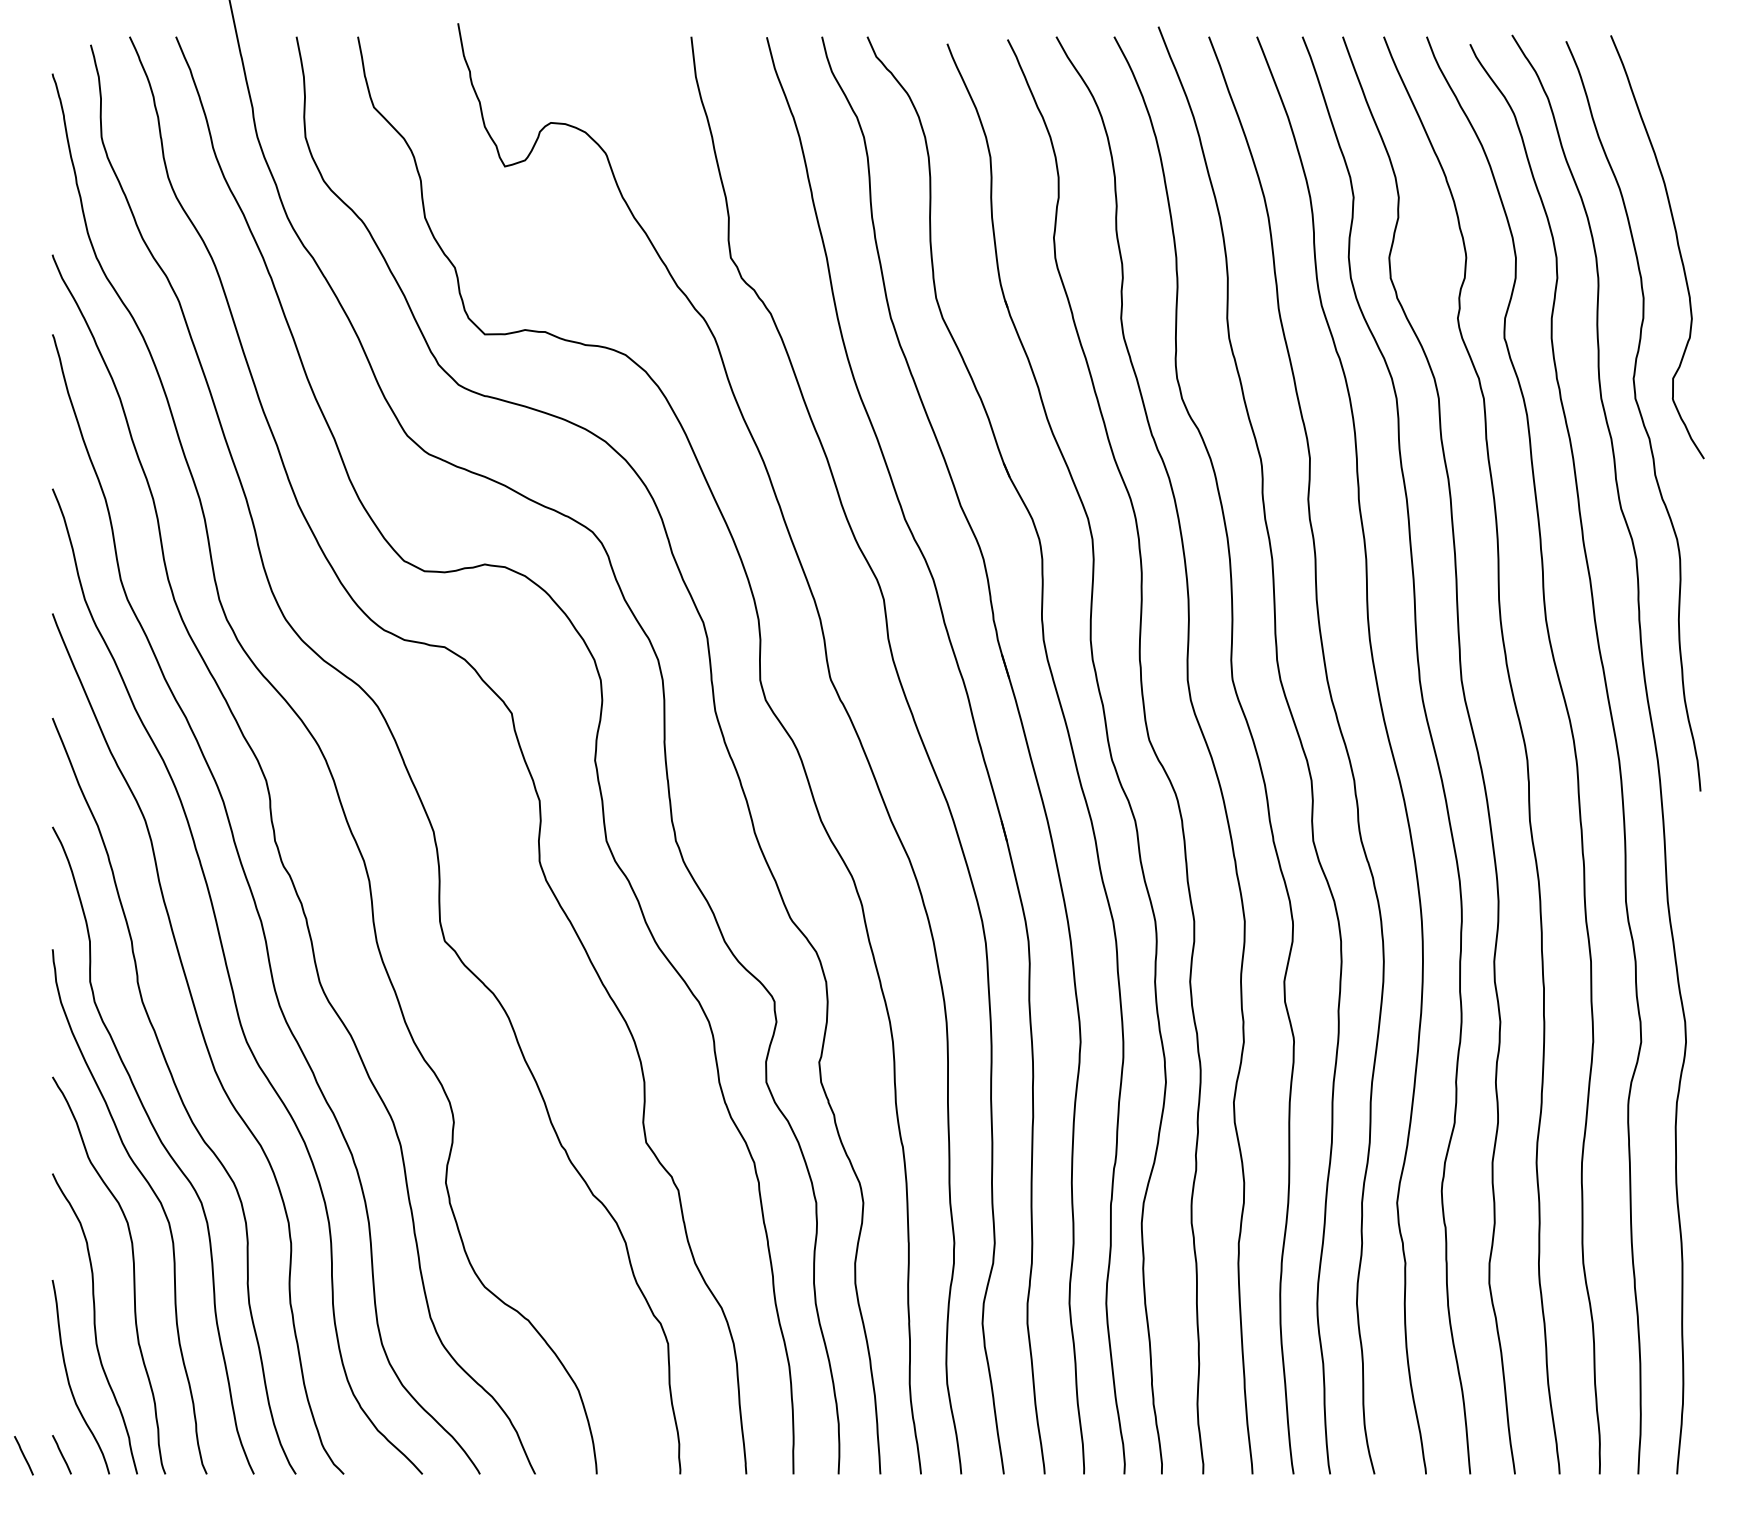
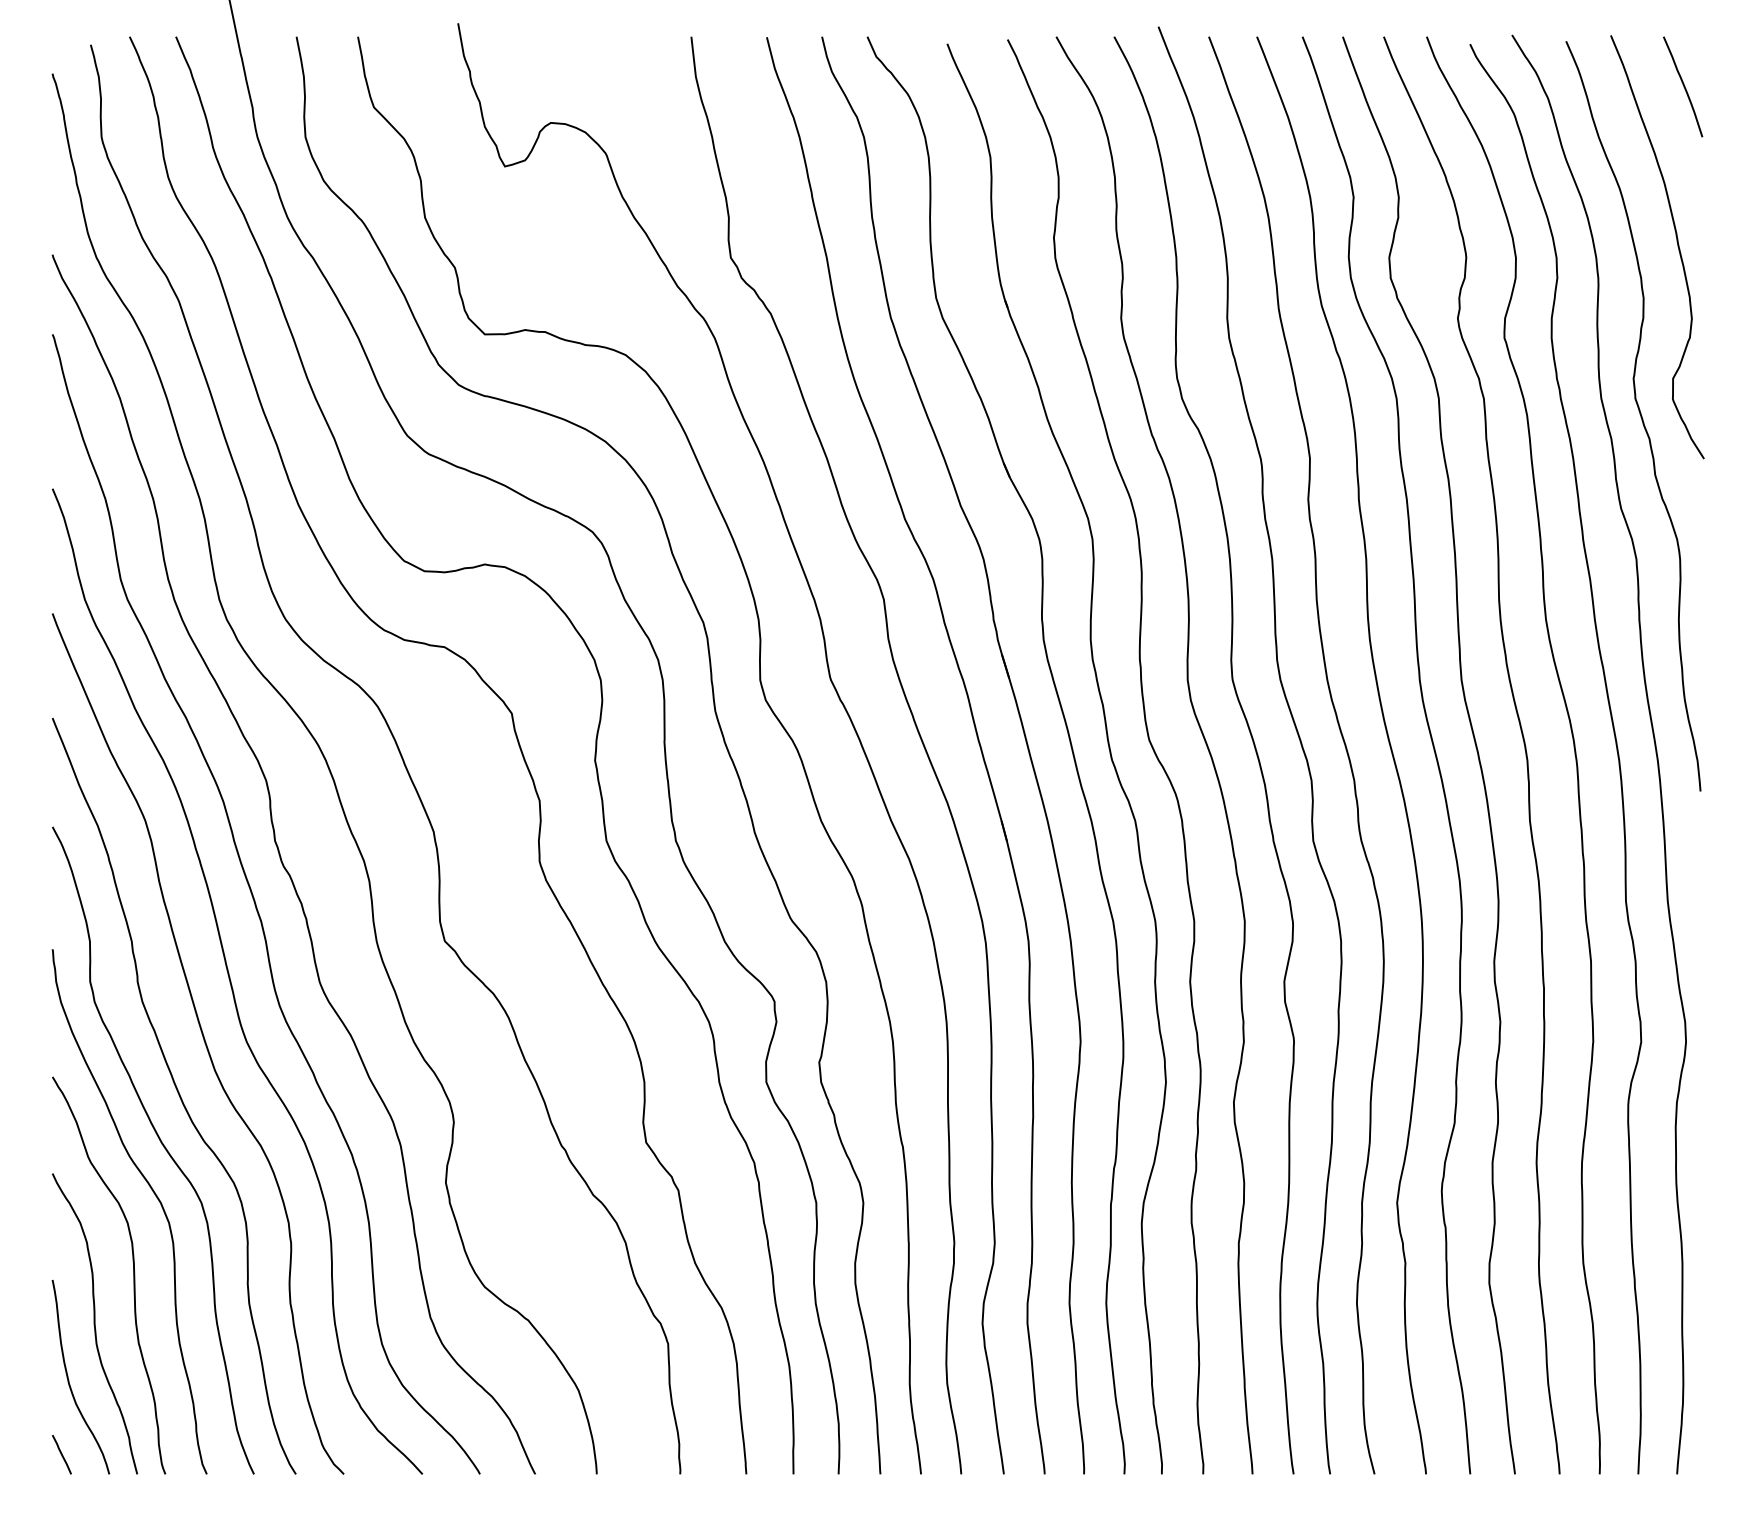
curve at (1683, 86): none -> present
line at (23, 1455): present -> none
